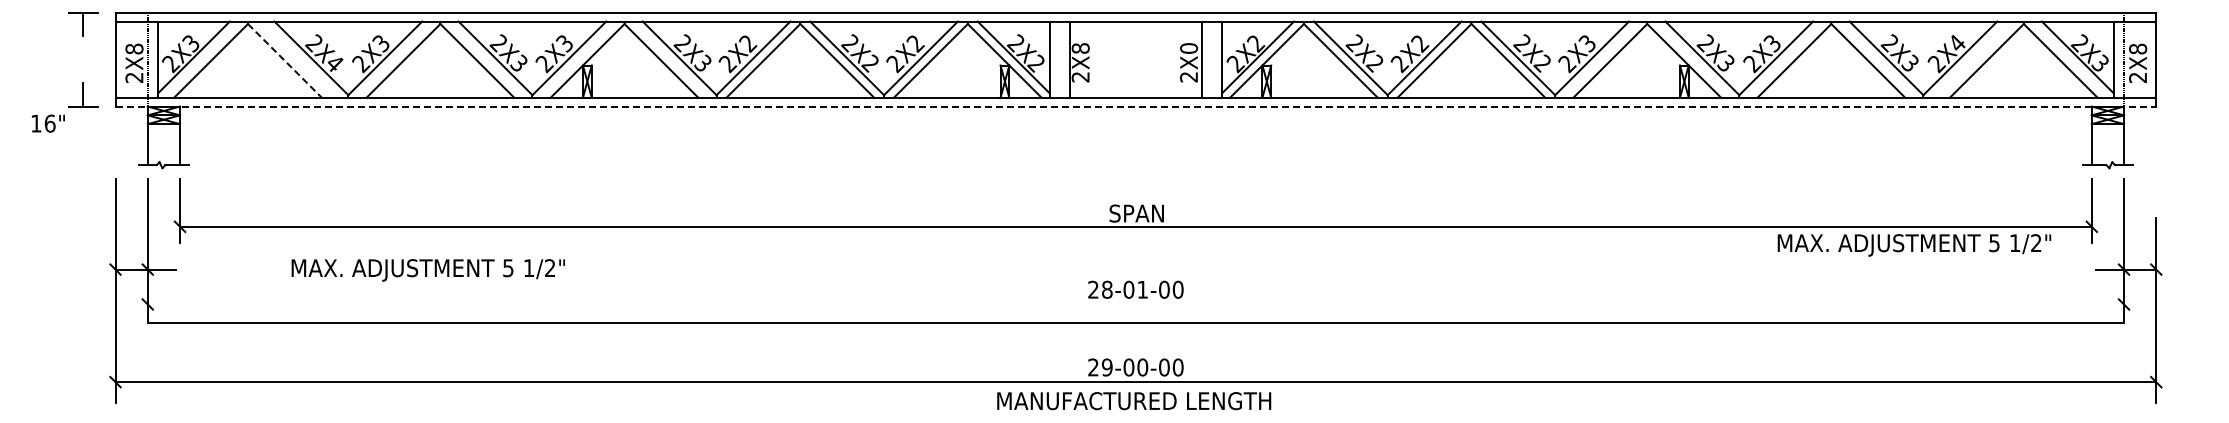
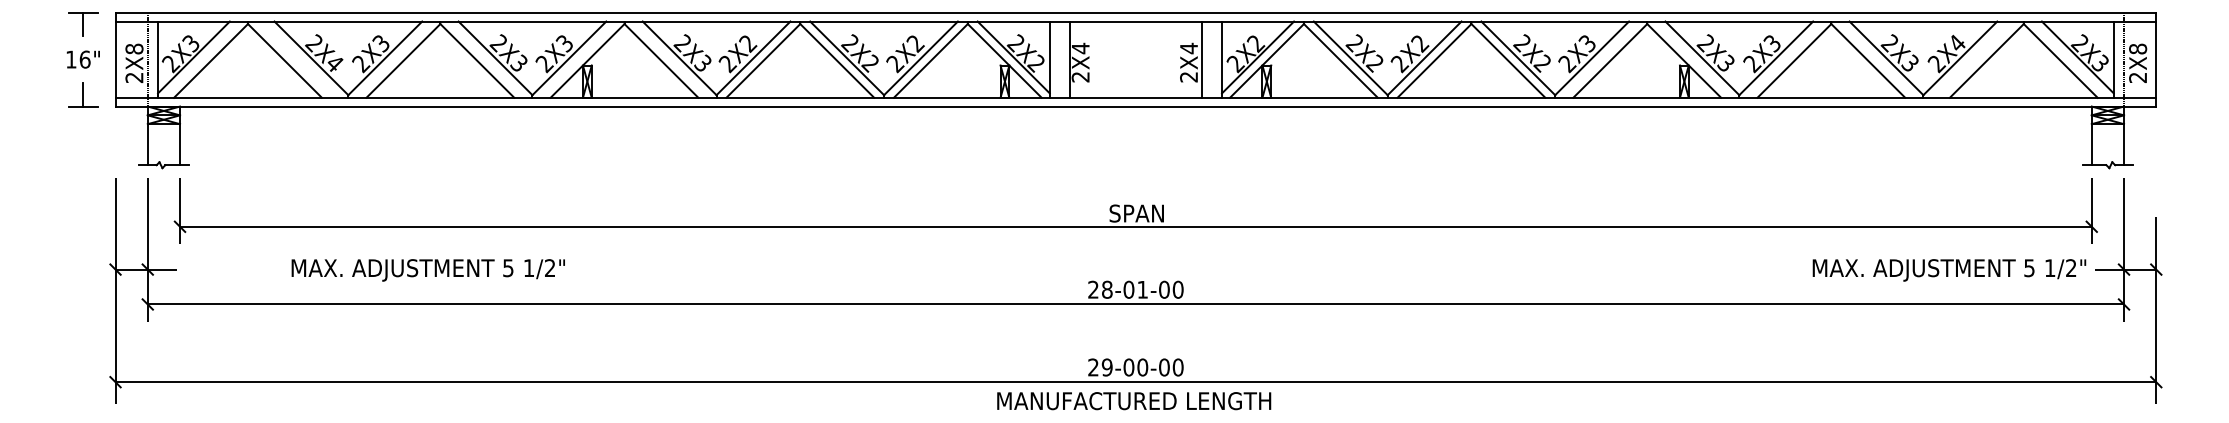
text at (1080, 48): 2X8 -> 2X4
text at (1189, 48): 2X0 -> 2X4
line at (285, 61): dashed -> solid
line at (1136, 106): dashed -> solid
text at (47, 123) position: (47, 123) -> (82, 59)
text at (1914, 245) position: (1914, 245) -> (1949, 270)
line at (1135, 323) position: (1135, 323) -> (1135, 304)
